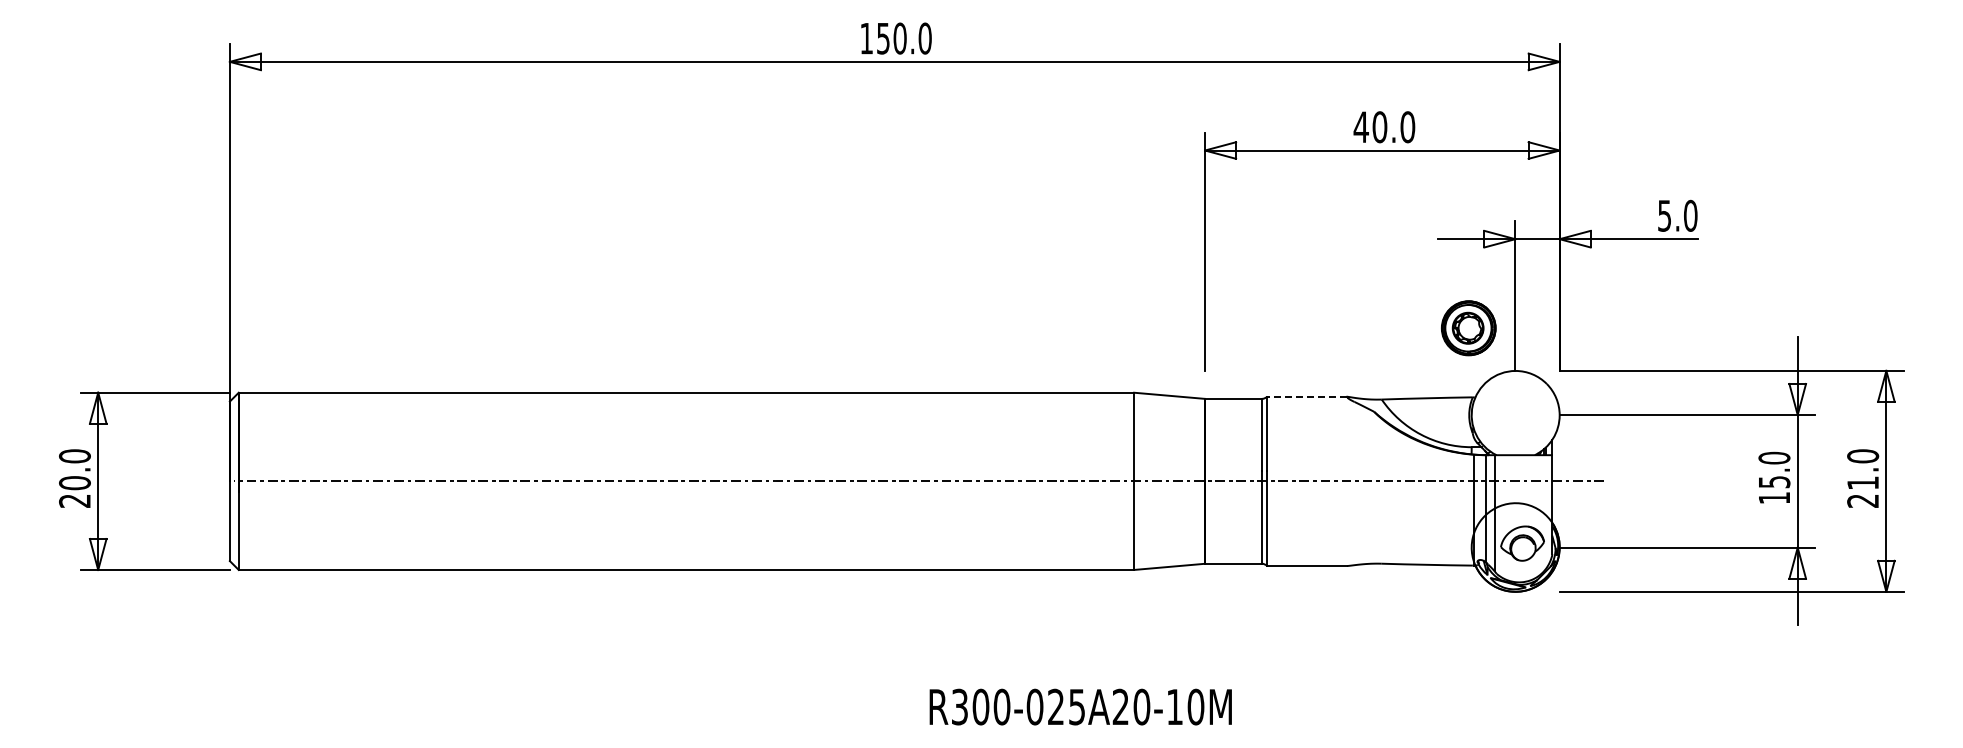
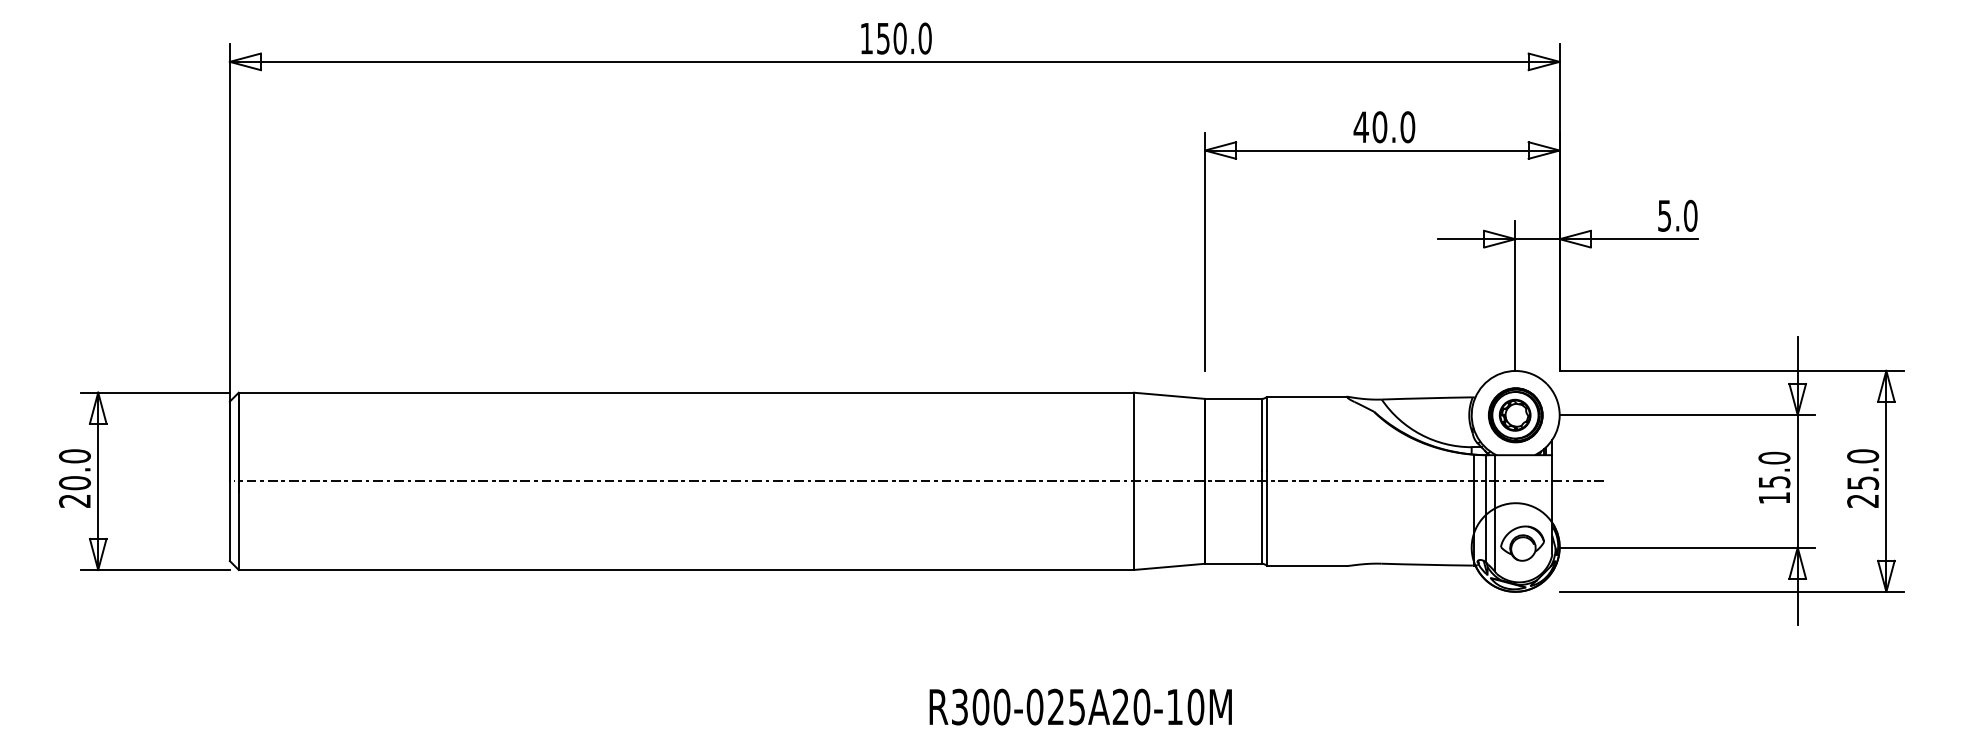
part at (1468, 328) position: (1468, 328) -> (1515, 415)
line at (1306, 396): dashed -> solid
text at (1863, 482): 21.0 -> 25.0
